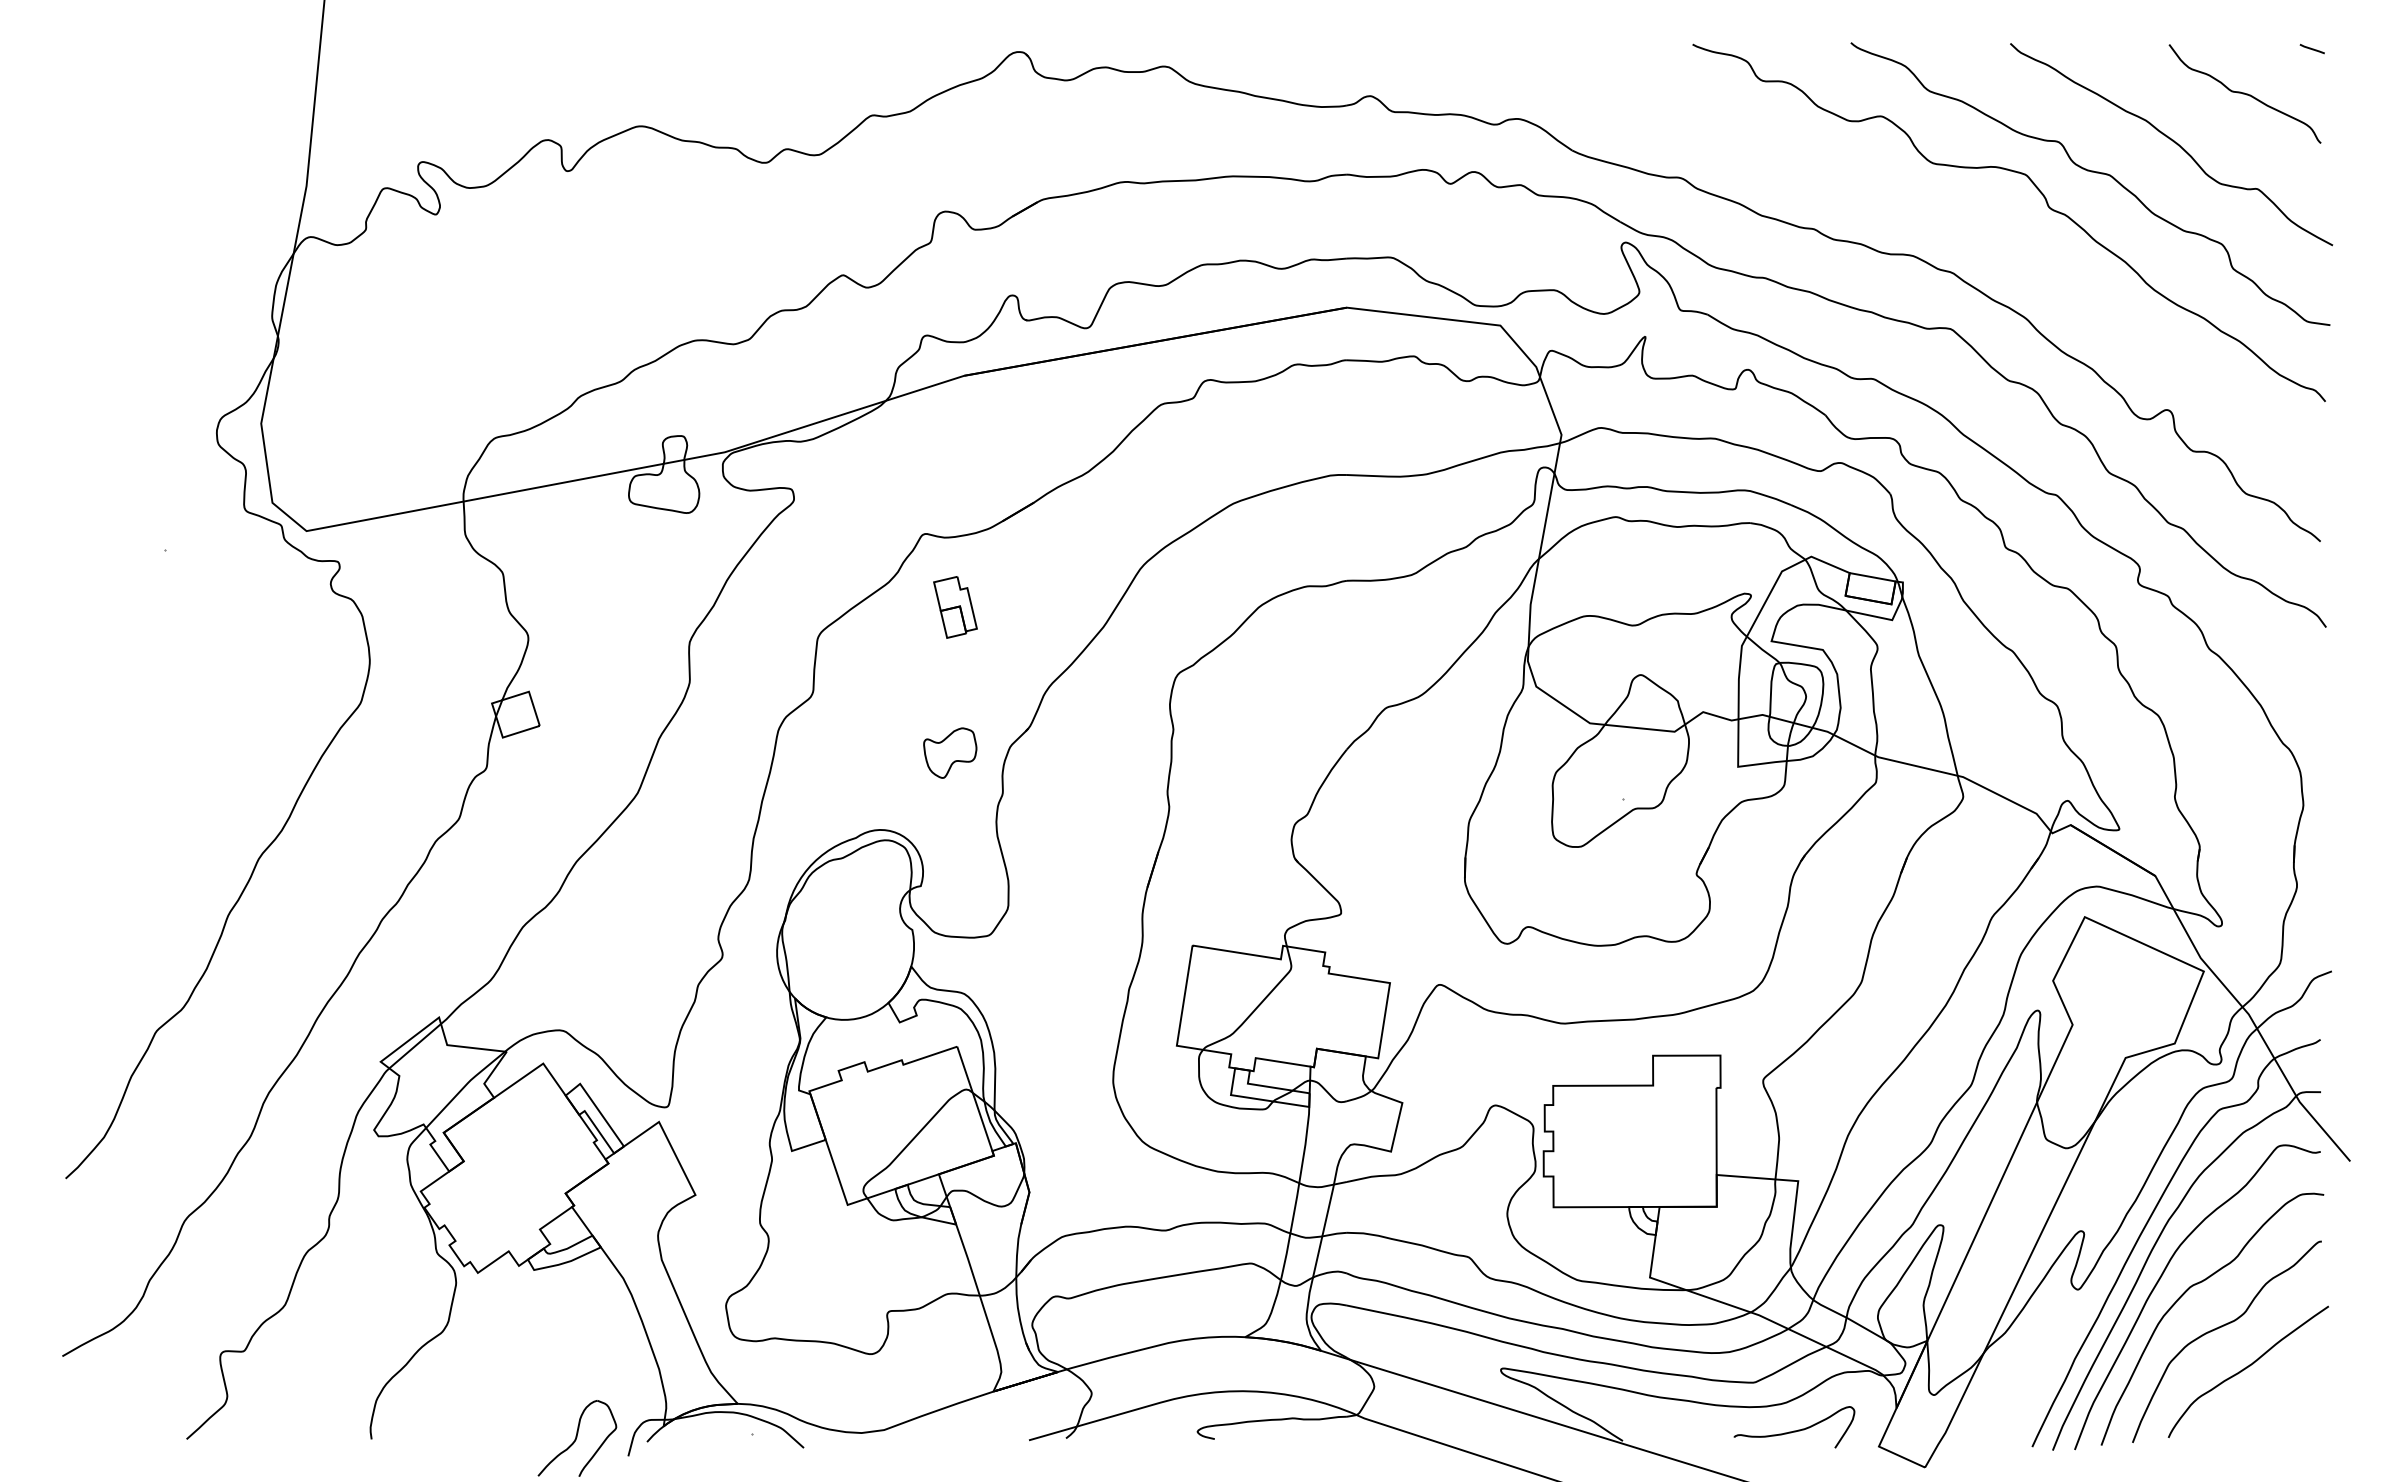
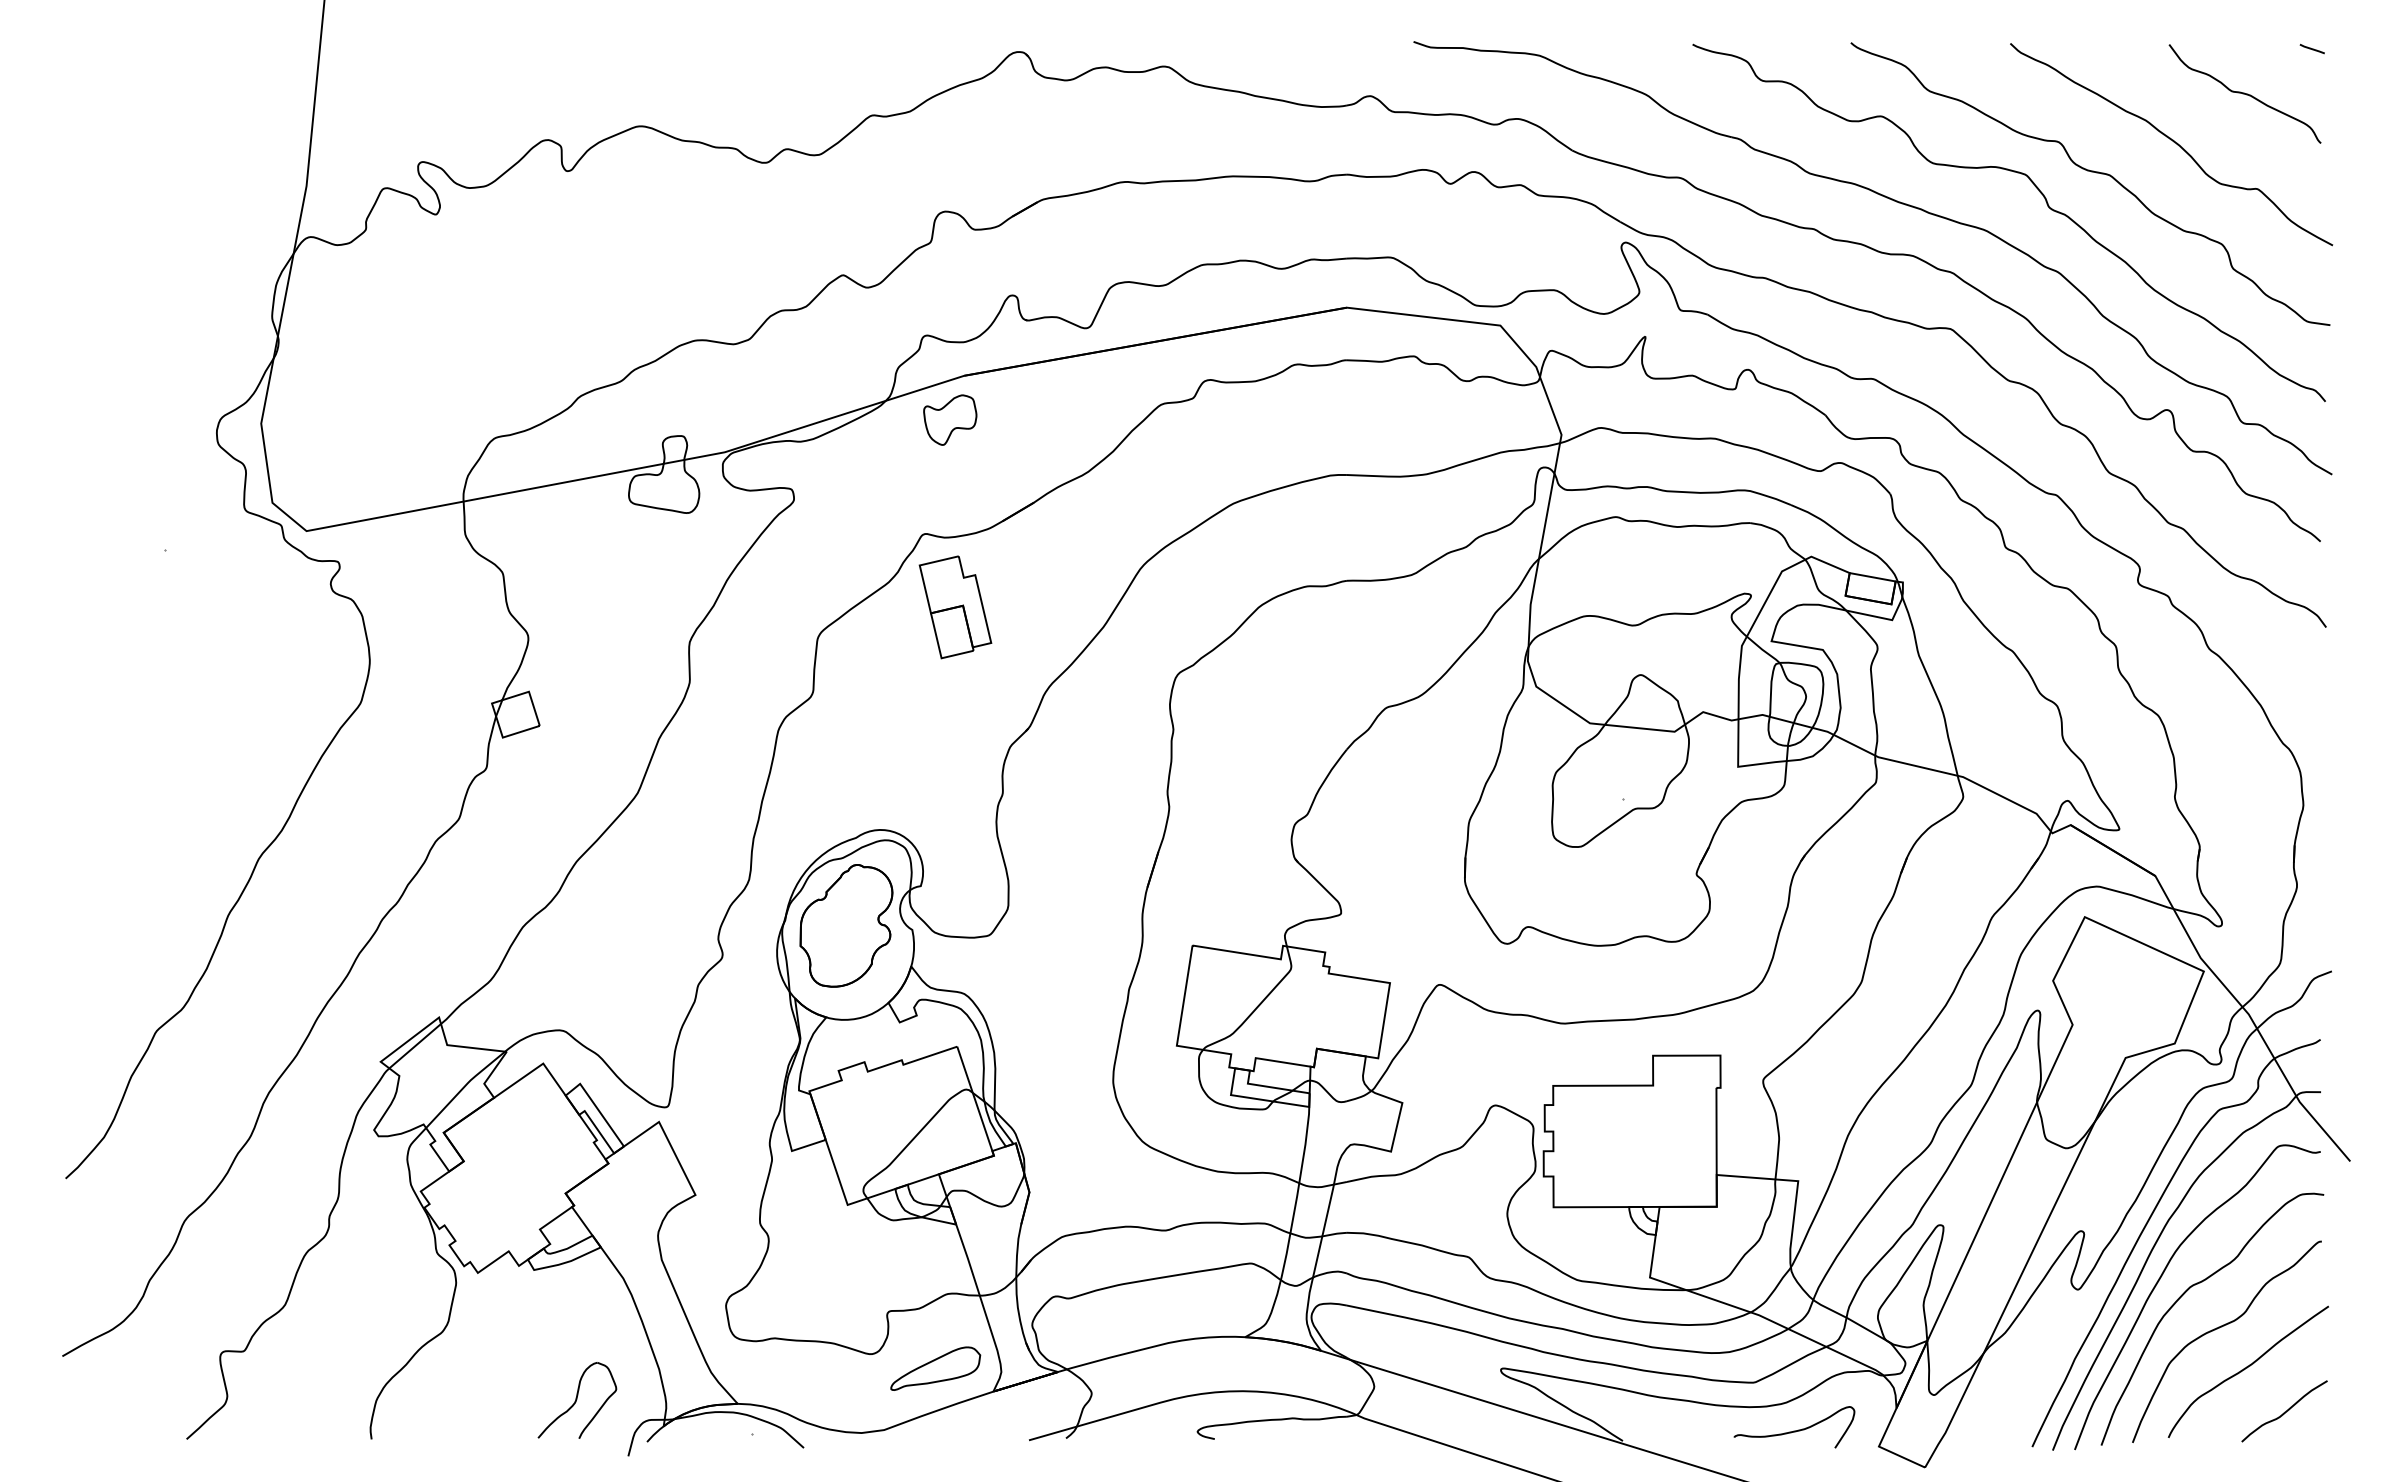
part at (1898, 203): none -> present
part at (955, 607) size: 45x63 px -> 75x105 px
part at (950, 752) position: (950, 752) -> (950, 419)
part at (846, 925): none -> present
part at (935, 1368): none -> present
curve at (2284, 1411): none -> present
part at (577, 1438) position: (577, 1438) -> (577, 1400)
